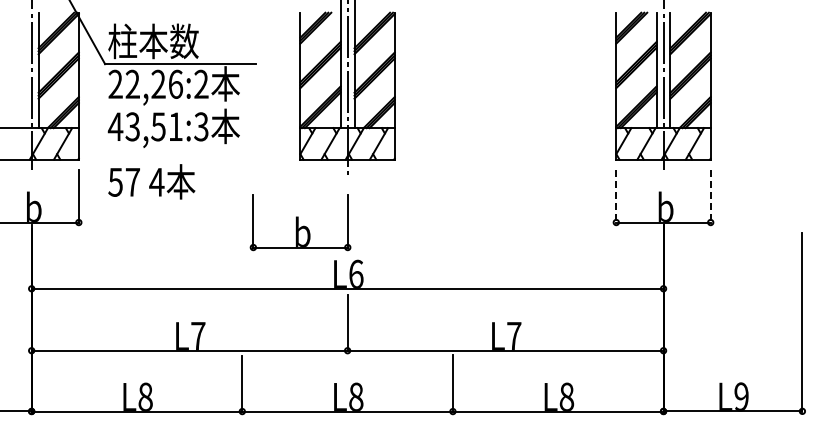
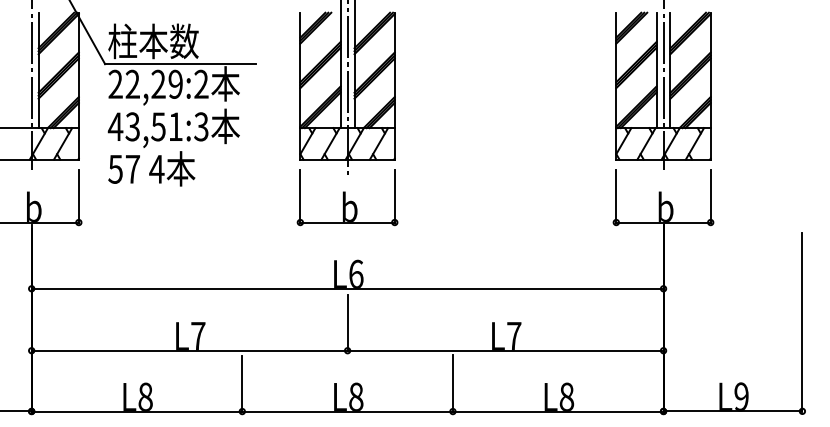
text at (175, 83): 22,26:2 -> 22,29:2
text at (151, 181) position: (151, 181) -> (151, 168)
line at (616, 196): dashed -> solid
line at (710, 196): dashed -> solid
part at (300, 222) position: (300, 222) -> (347, 197)
